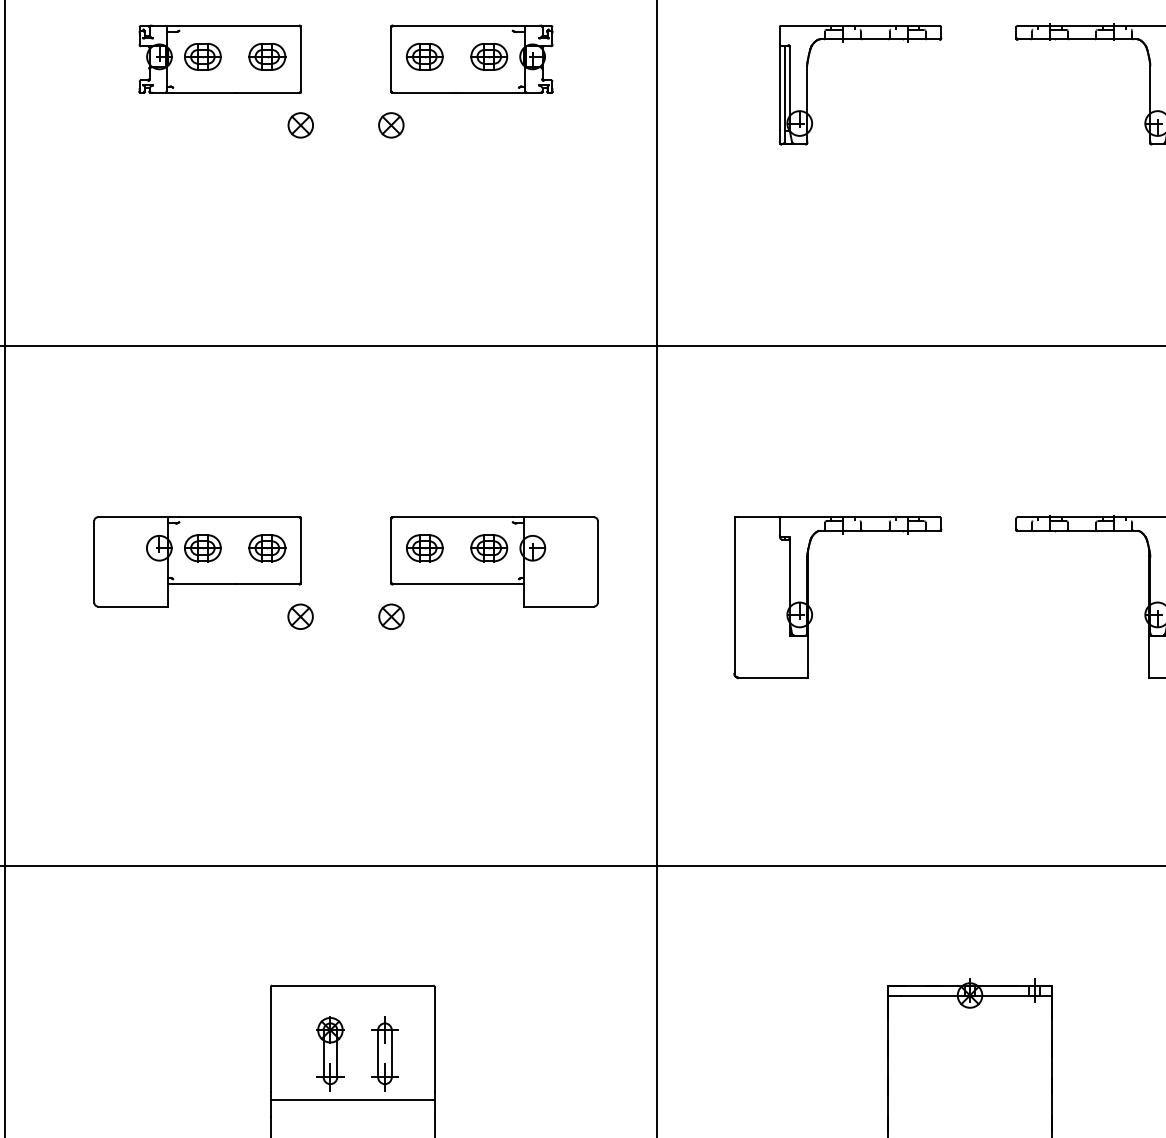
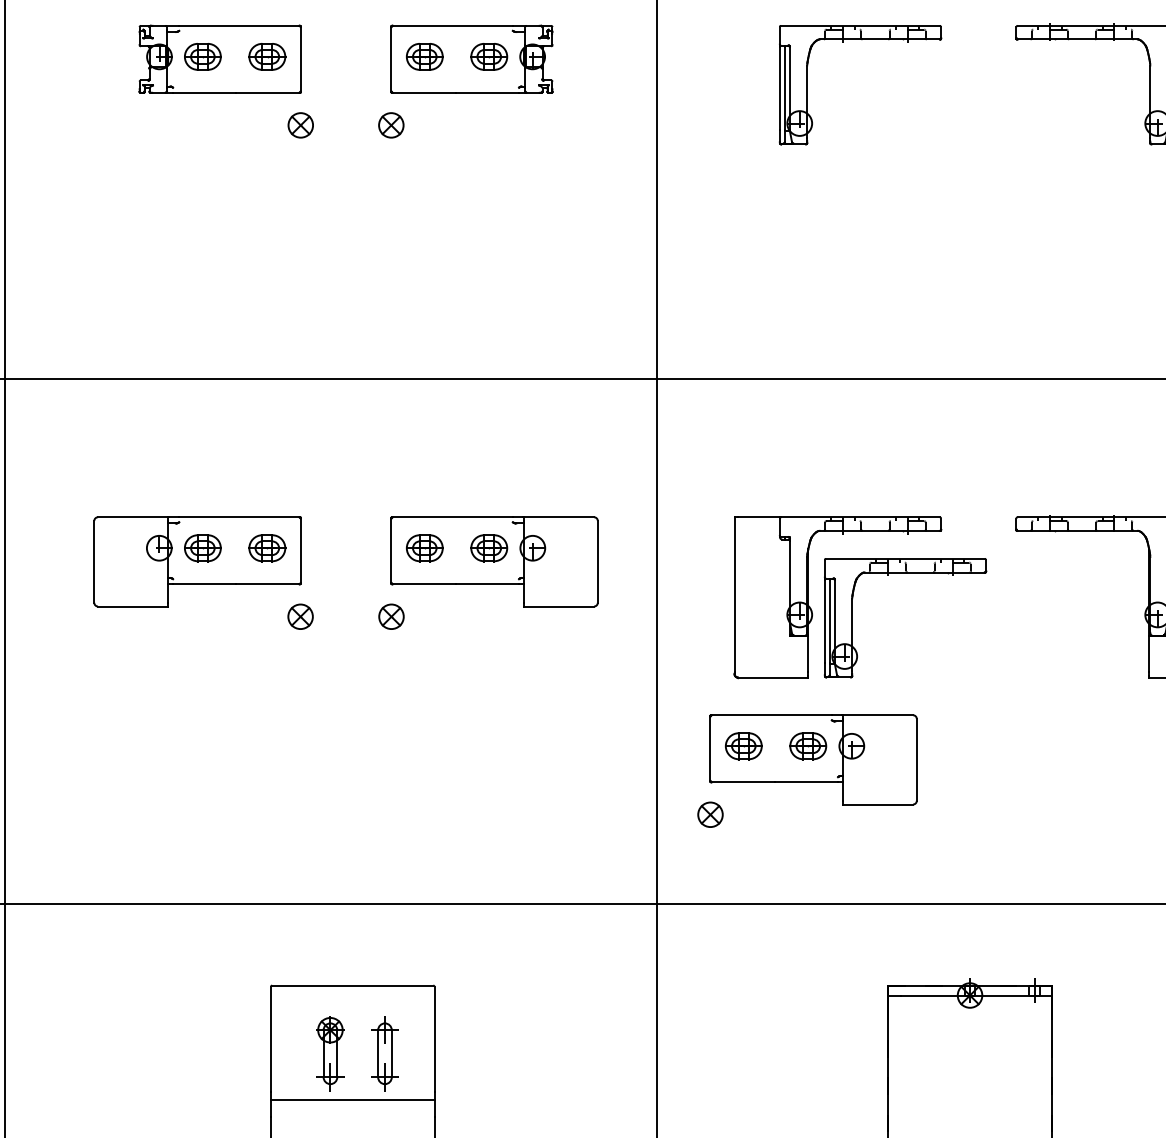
line at (582, 345) position: (582, 345) -> (582, 378)
part at (906, 573): none -> present
part at (807, 770): none -> present
line at (582, 866) position: (582, 866) -> (582, 904)
